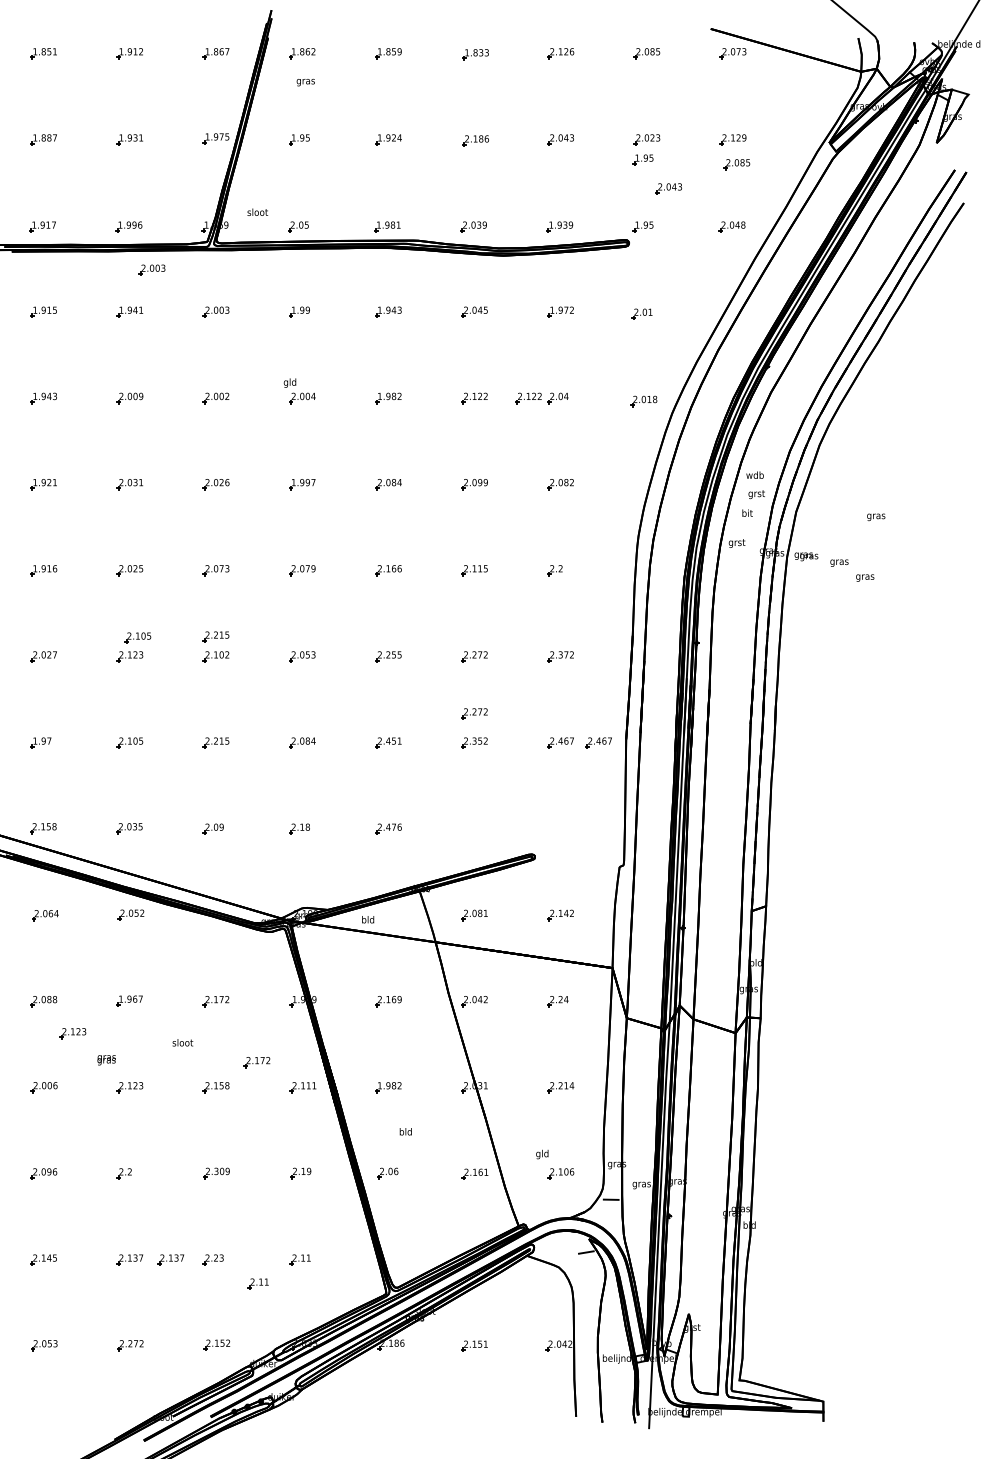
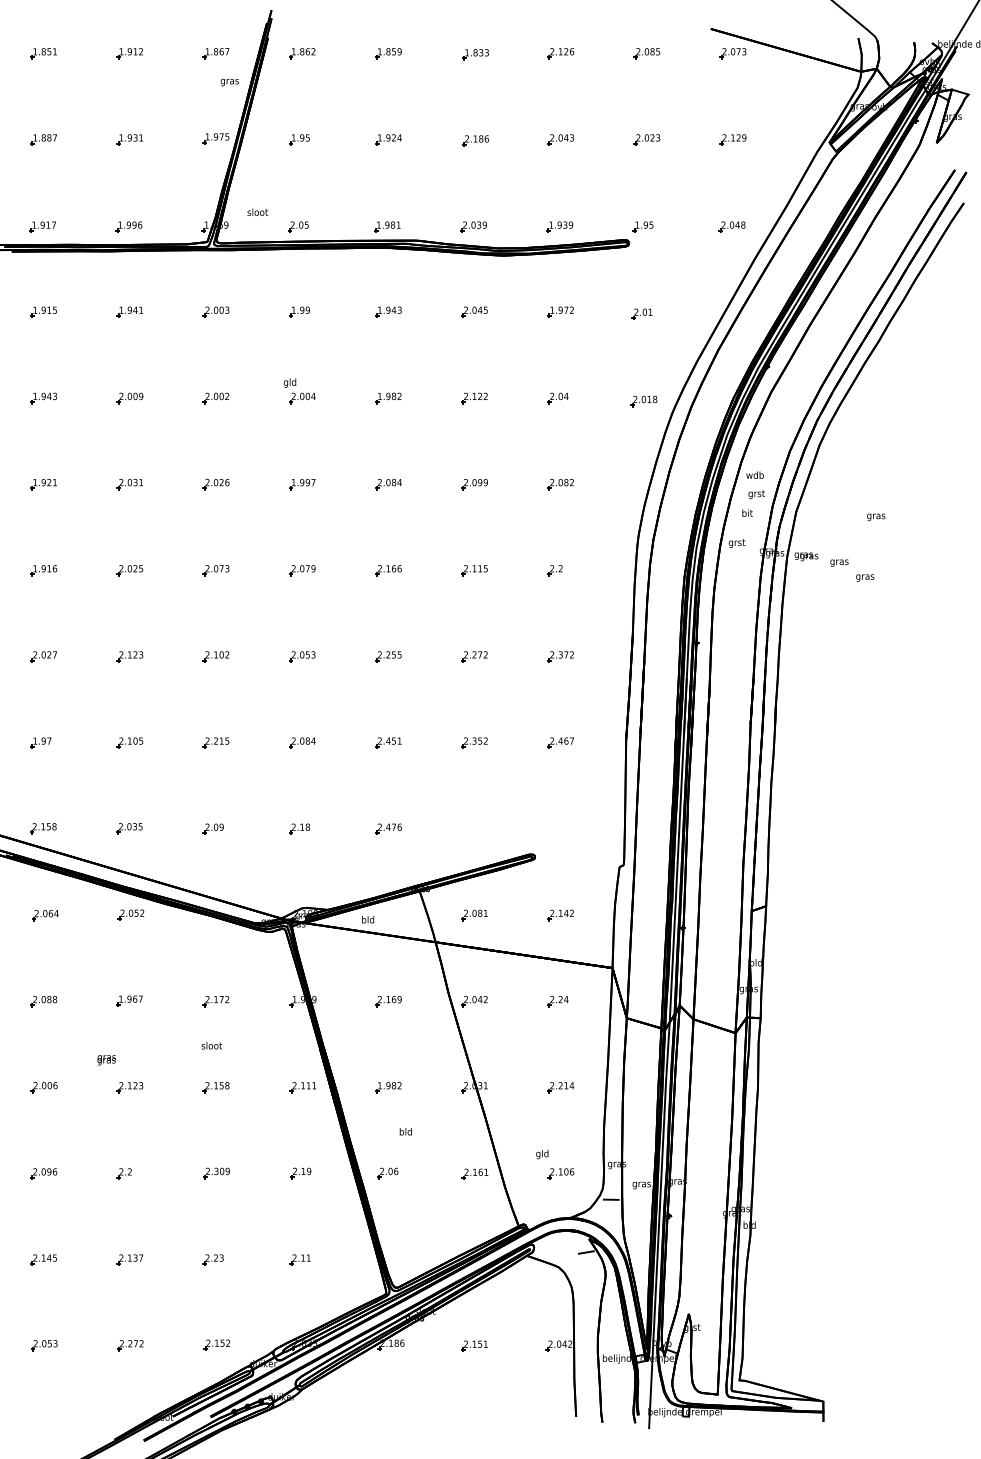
text at (305, 82) position: (305, 82) -> (229, 82)
part at (642, 159): present -> none
part at (736, 164): present -> none
part at (668, 188): present -> none
part at (151, 269): present -> none
part at (528, 398): present -> none
part at (215, 636): present -> none
part at (137, 637): present -> none
part at (474, 713): present -> none
part at (598, 742): present -> none
part at (72, 1033): present -> none
text at (182, 1042) position: (182, 1042) -> (211, 1045)
part at (256, 1062): present -> none
part at (170, 1259): present -> none
part at (257, 1283): present -> none
